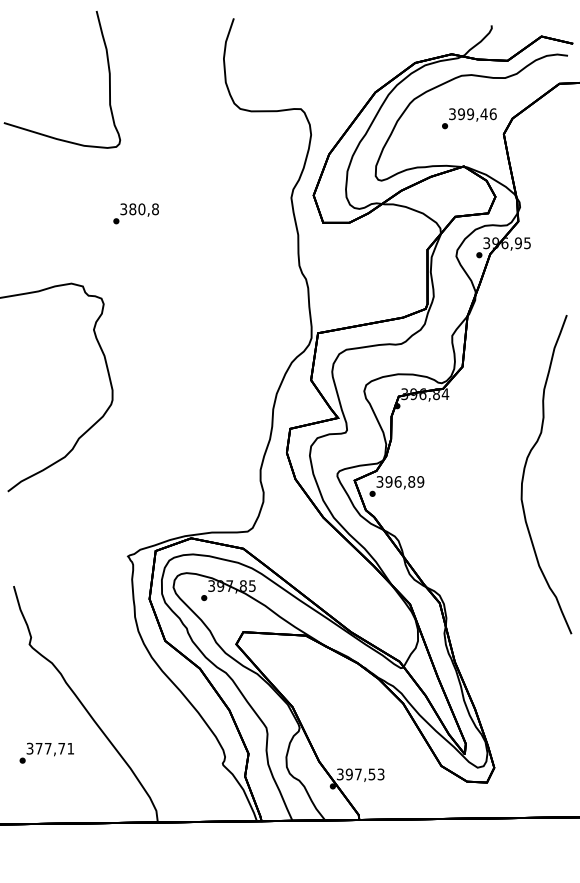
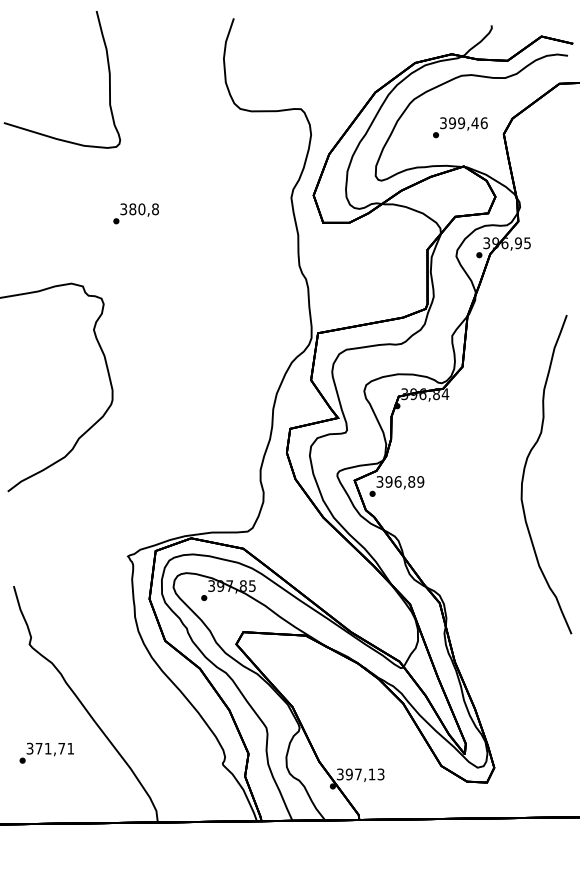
text at (469, 118) position: (469, 118) -> (460, 127)
text at (47, 748): 377,71 -> 371,71
text at (371, 774): 397,53 -> 397,13
